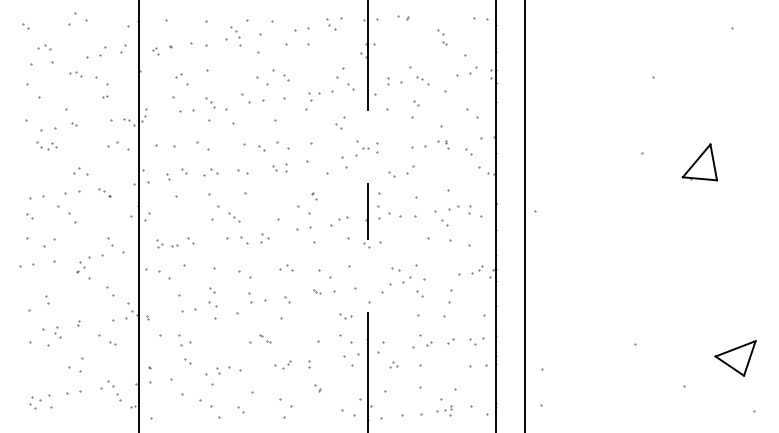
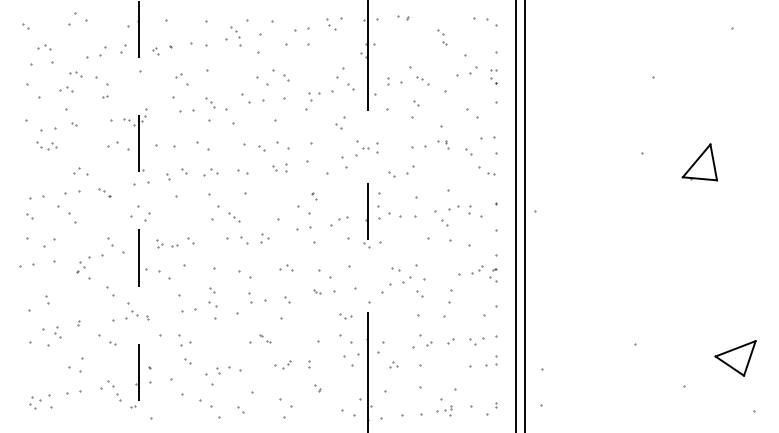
part at (66, 89): none -> present
line at (496, 215) position: (496, 215) -> (516, 215)
line at (139, 216): solid -> dashed
